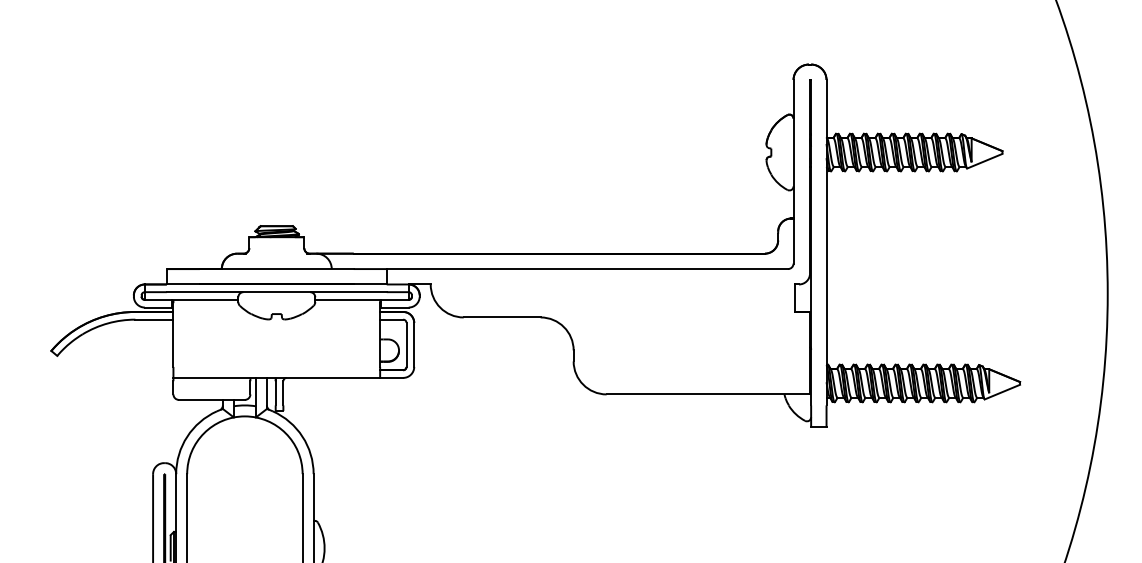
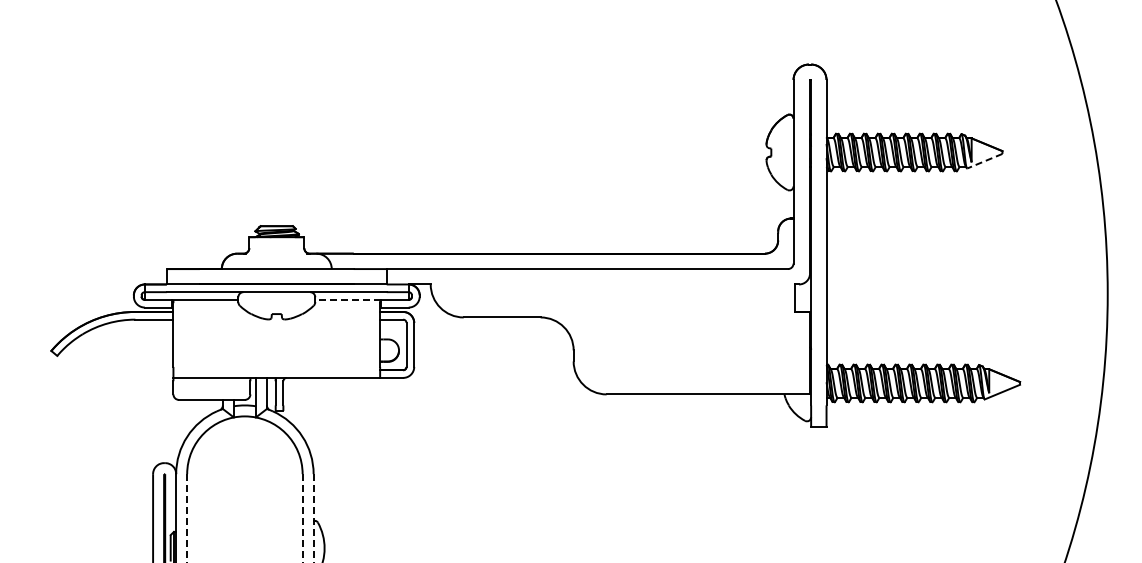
line at (984, 161): solid -> dashed
line at (348, 299): solid -> dashed
line at (302, 518): solid -> dashed
line at (313, 518): solid -> dashed
line at (187, 519): solid -> dashed
